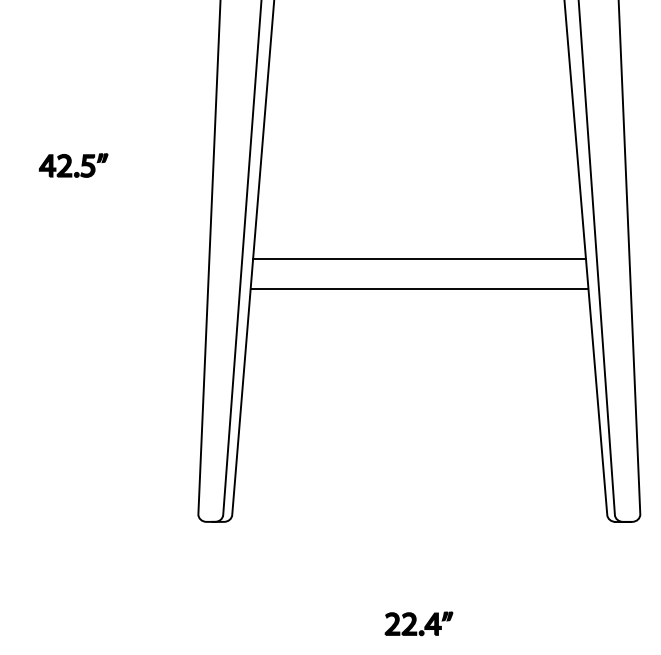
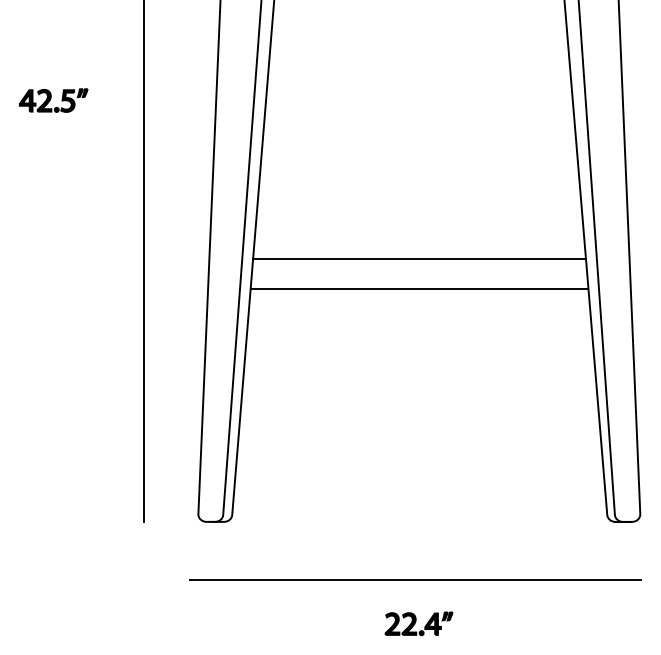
part at (73, 165) position: (73, 165) -> (53, 100)
line at (143, 261): none -> present
line at (415, 579): none -> present
